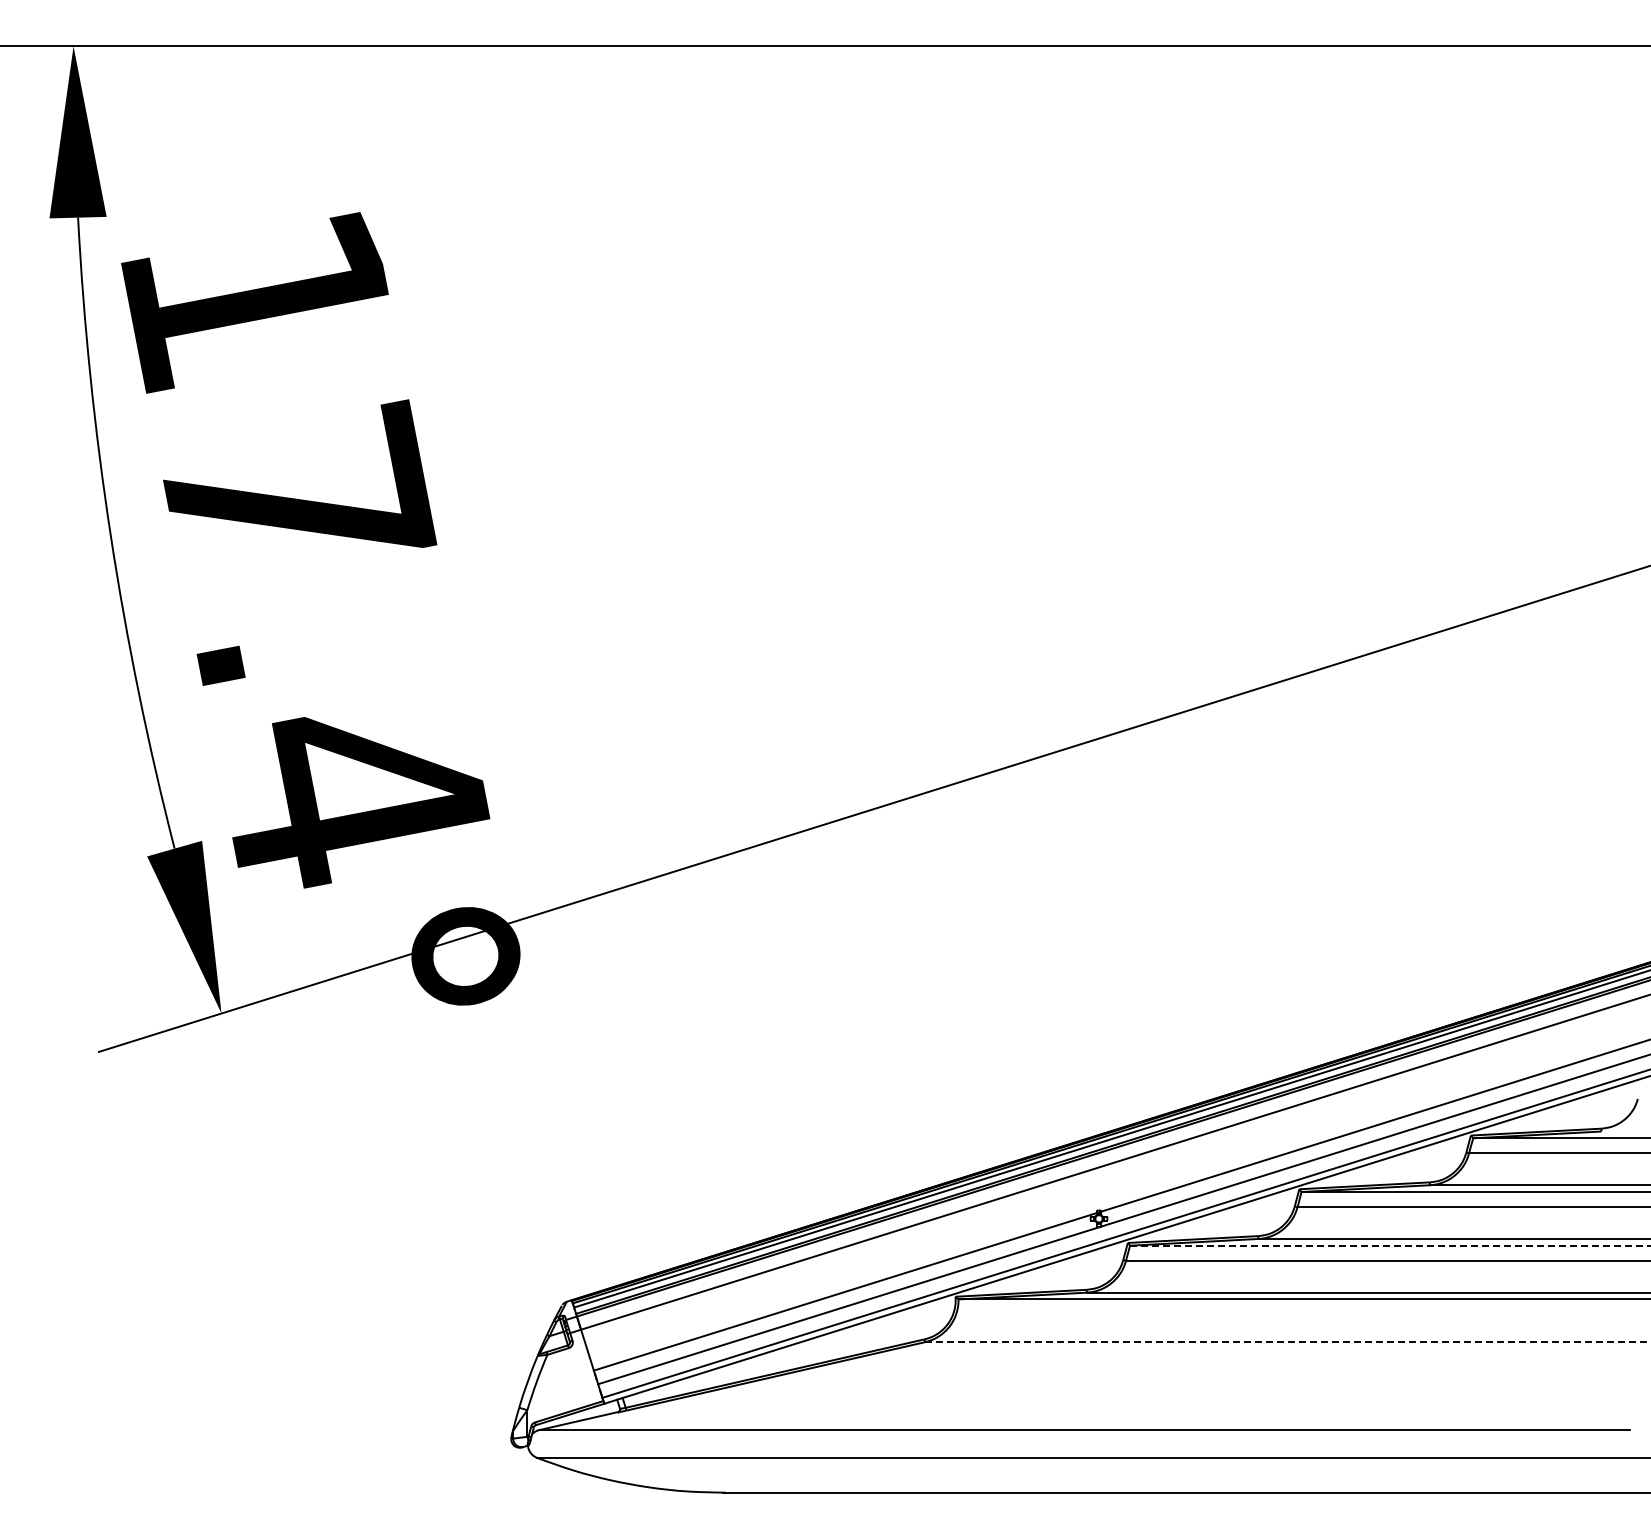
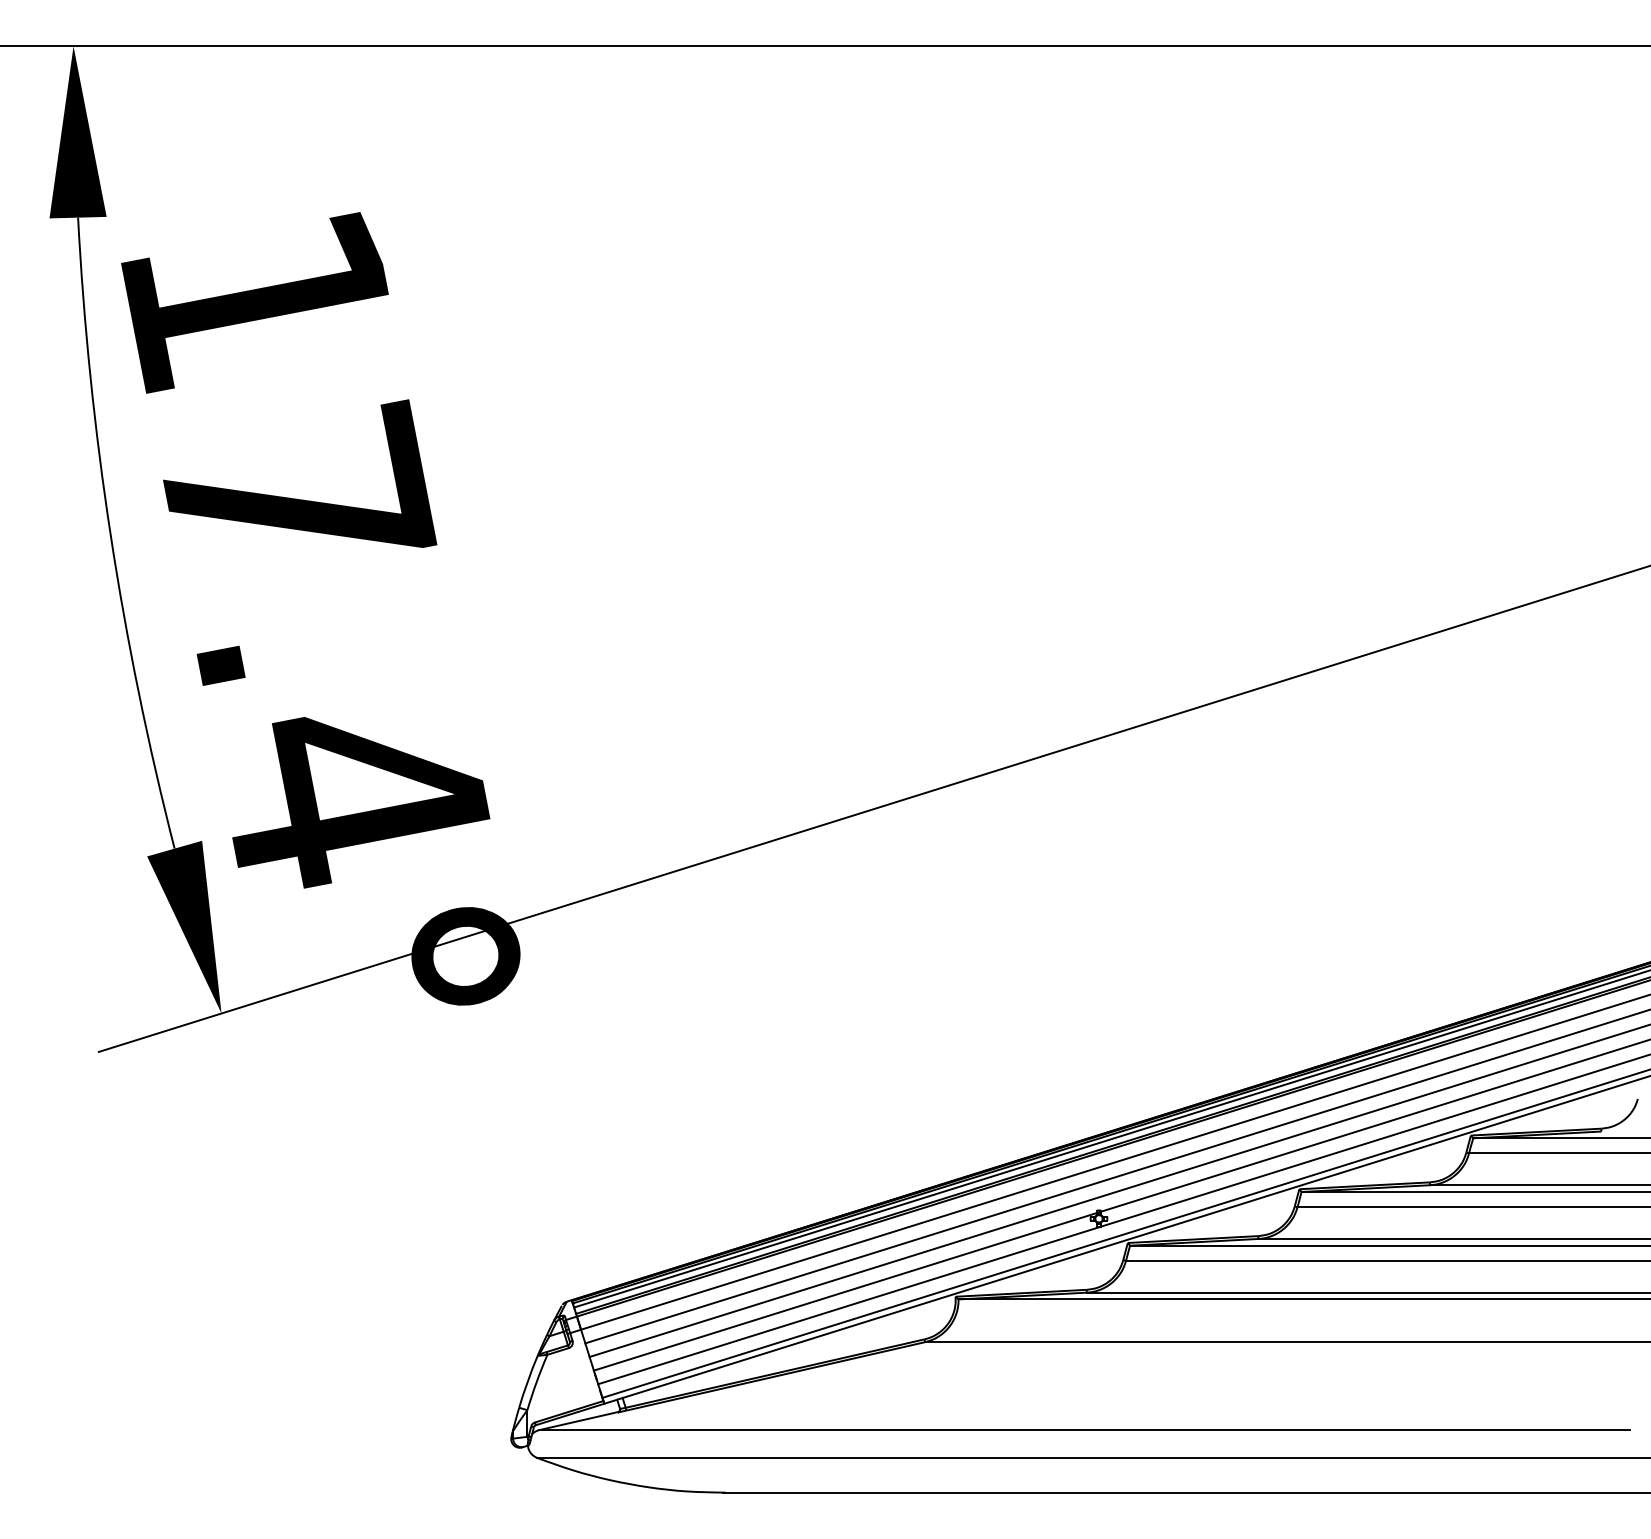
line at (1116, 1176): none -> present
line at (1118, 1190): none -> present
line at (1391, 1245): dashed -> solid
line at (1287, 1342): dashed -> solid
